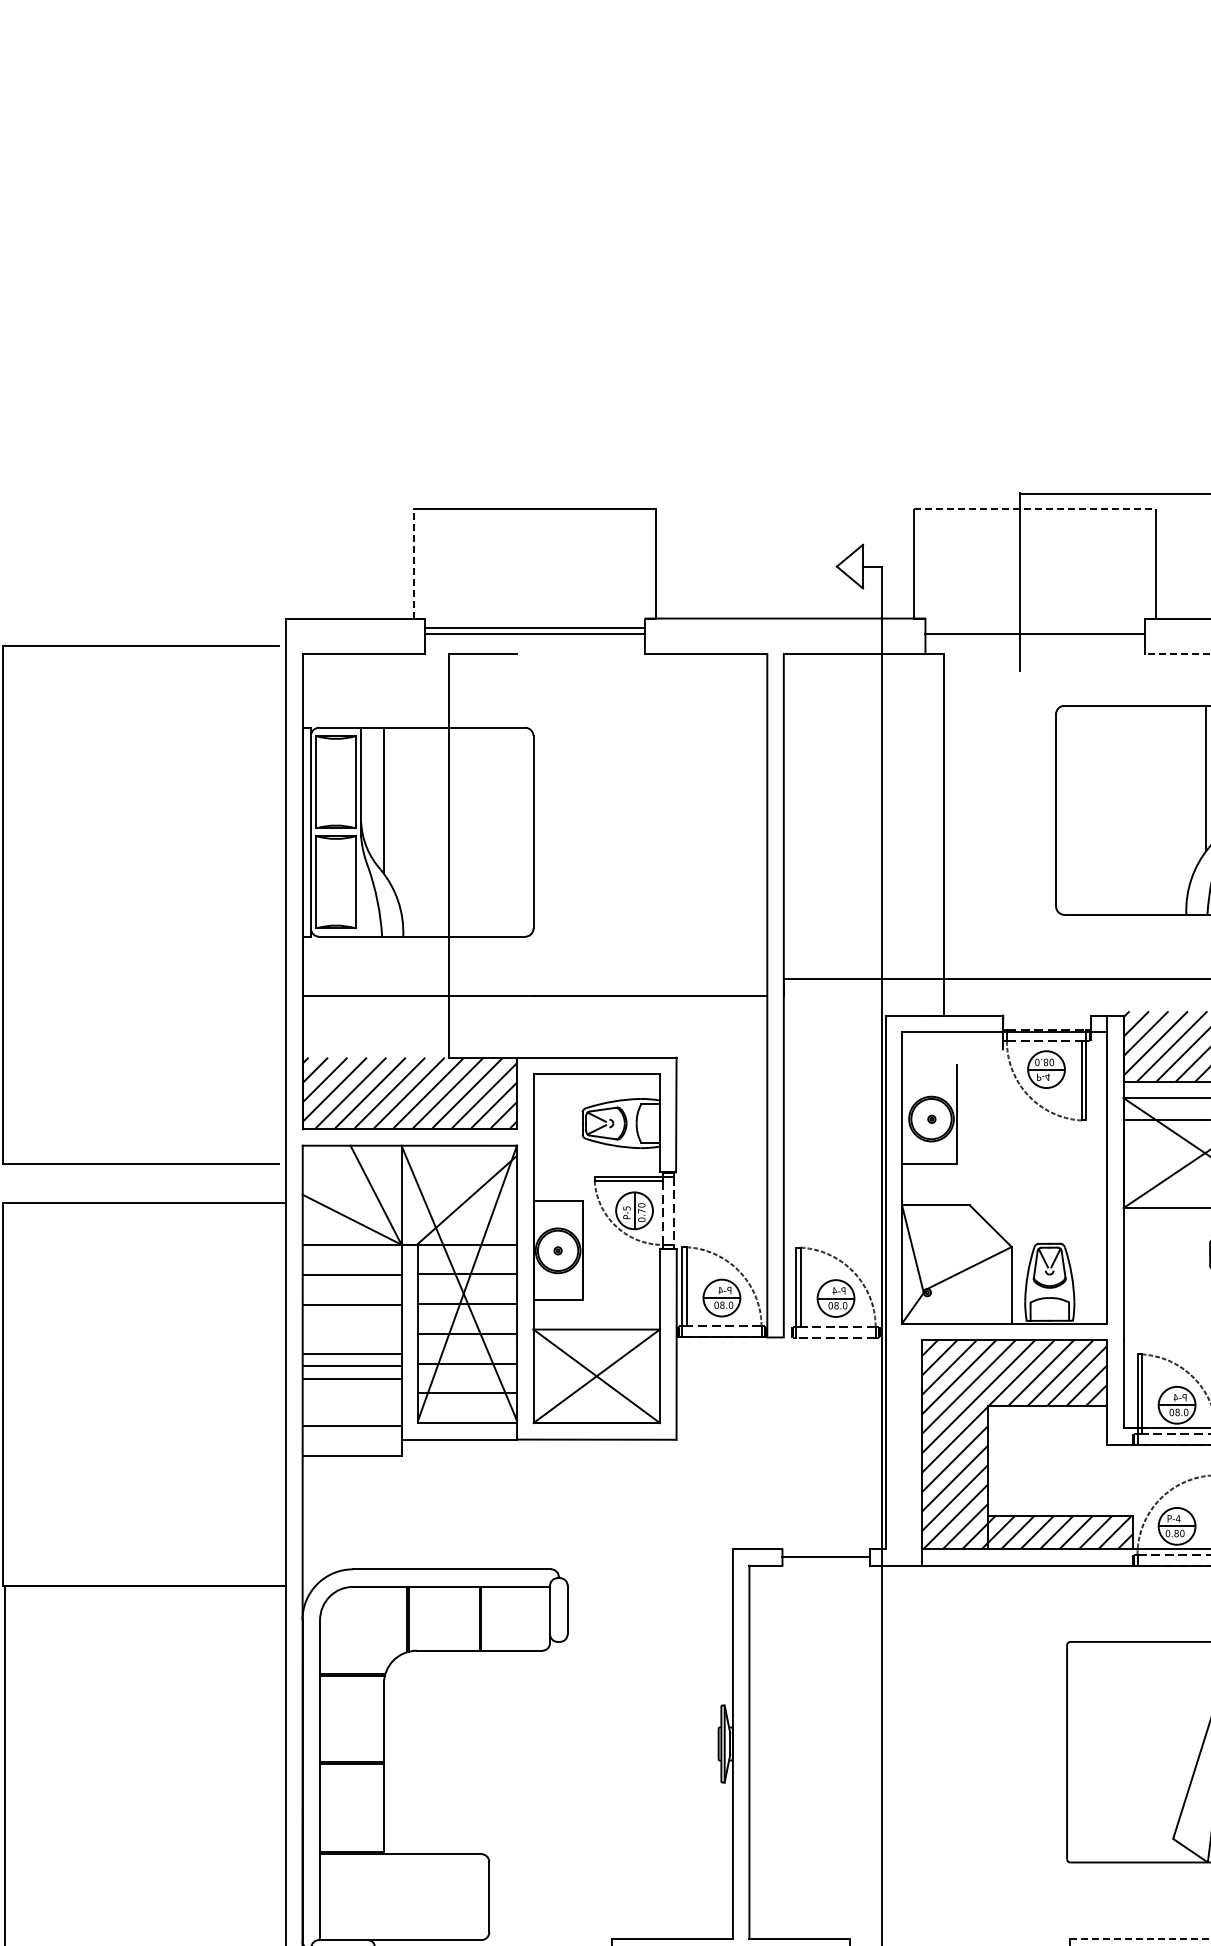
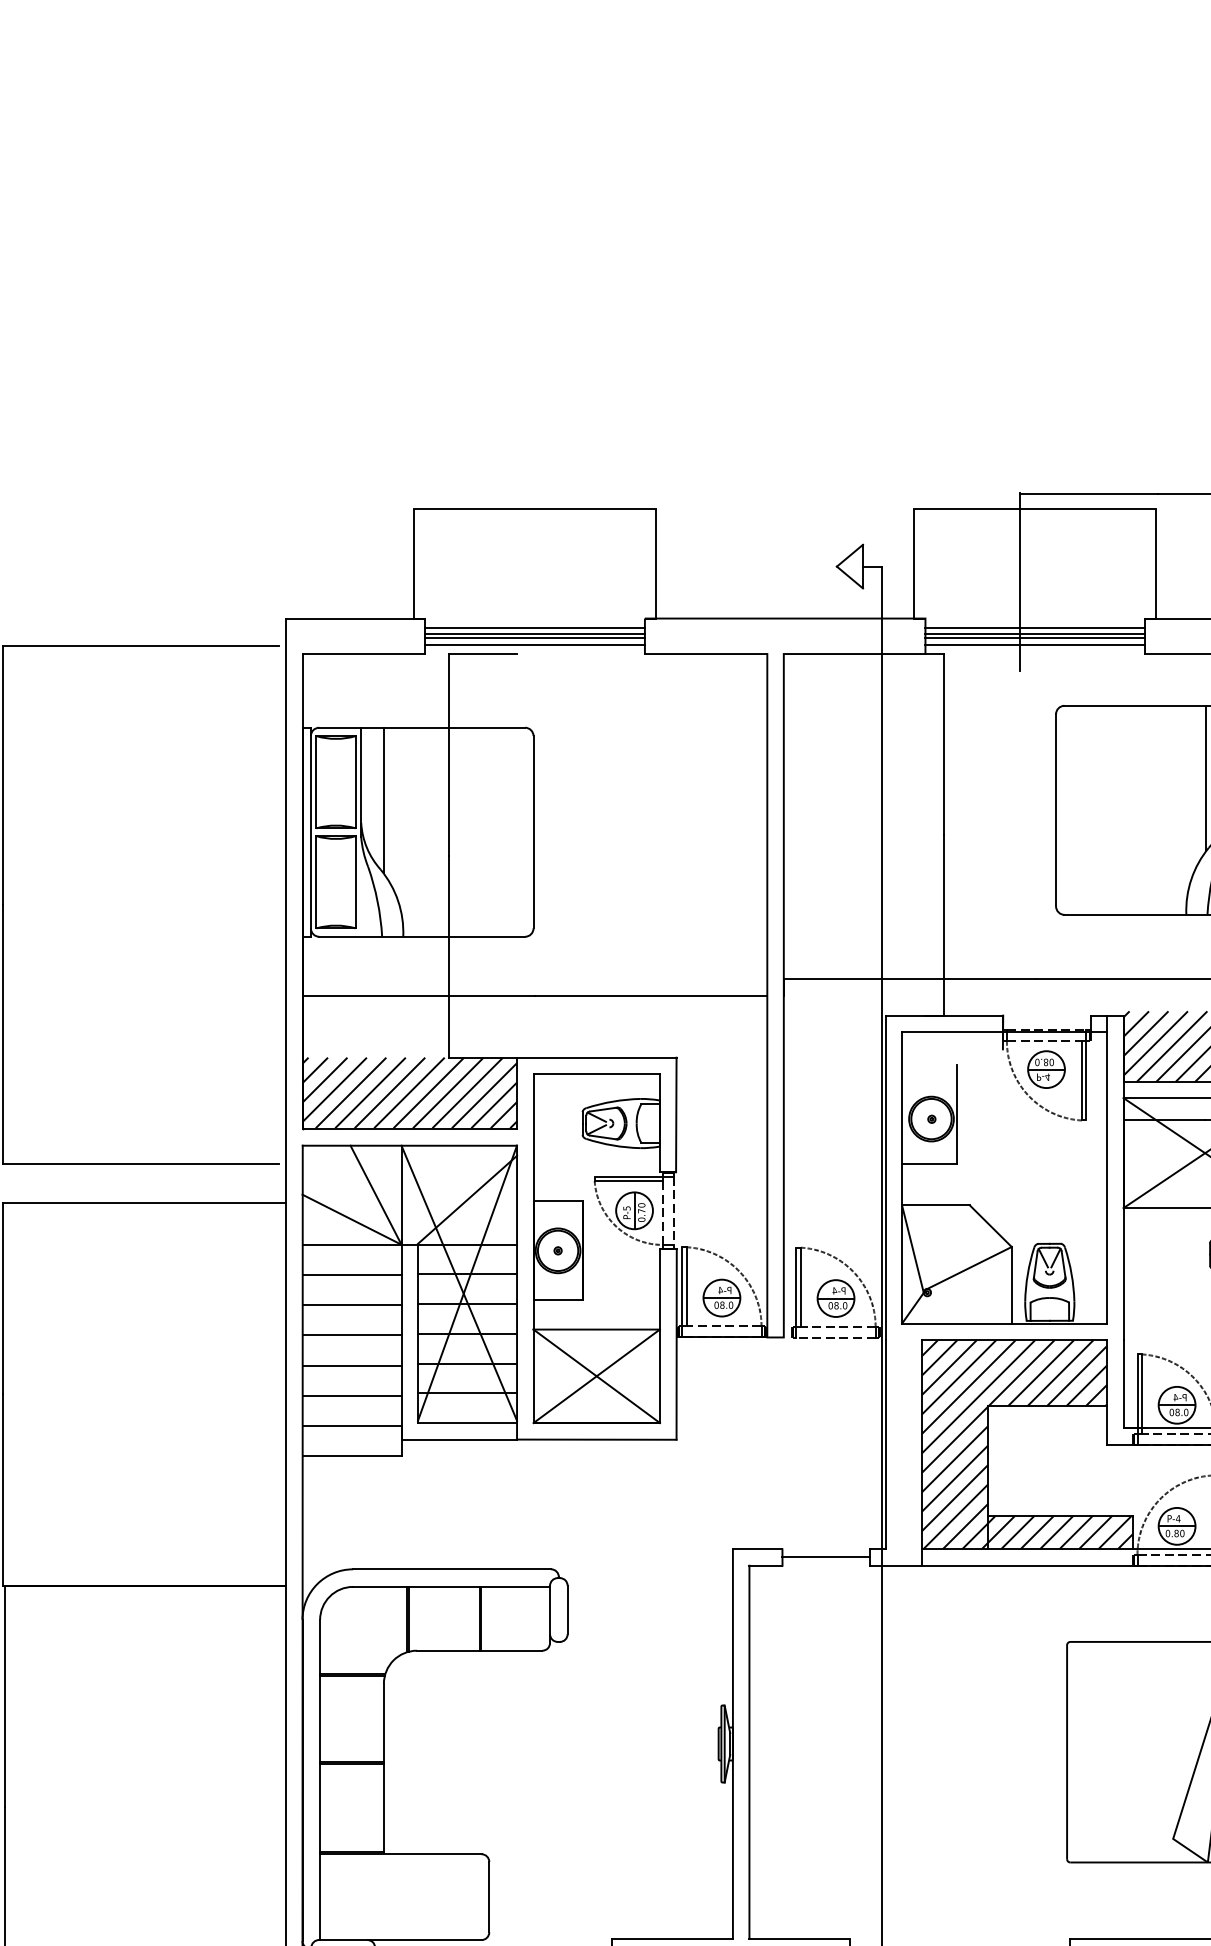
line at (1035, 508): dashed -> solid
line at (413, 569): dashed -> solid
line at (1035, 628): none -> present
line at (534, 638): none -> present
line at (1035, 638): none -> present
line at (534, 644): none -> present
line at (1035, 644): none -> present
line at (1177, 654): dashed -> solid
line at (351, 1354) position: (351, 1354) -> (351, 1335)
line at (351, 1378) position: (351, 1378) -> (351, 1395)
line at (1140, 1938): dashed -> solid
